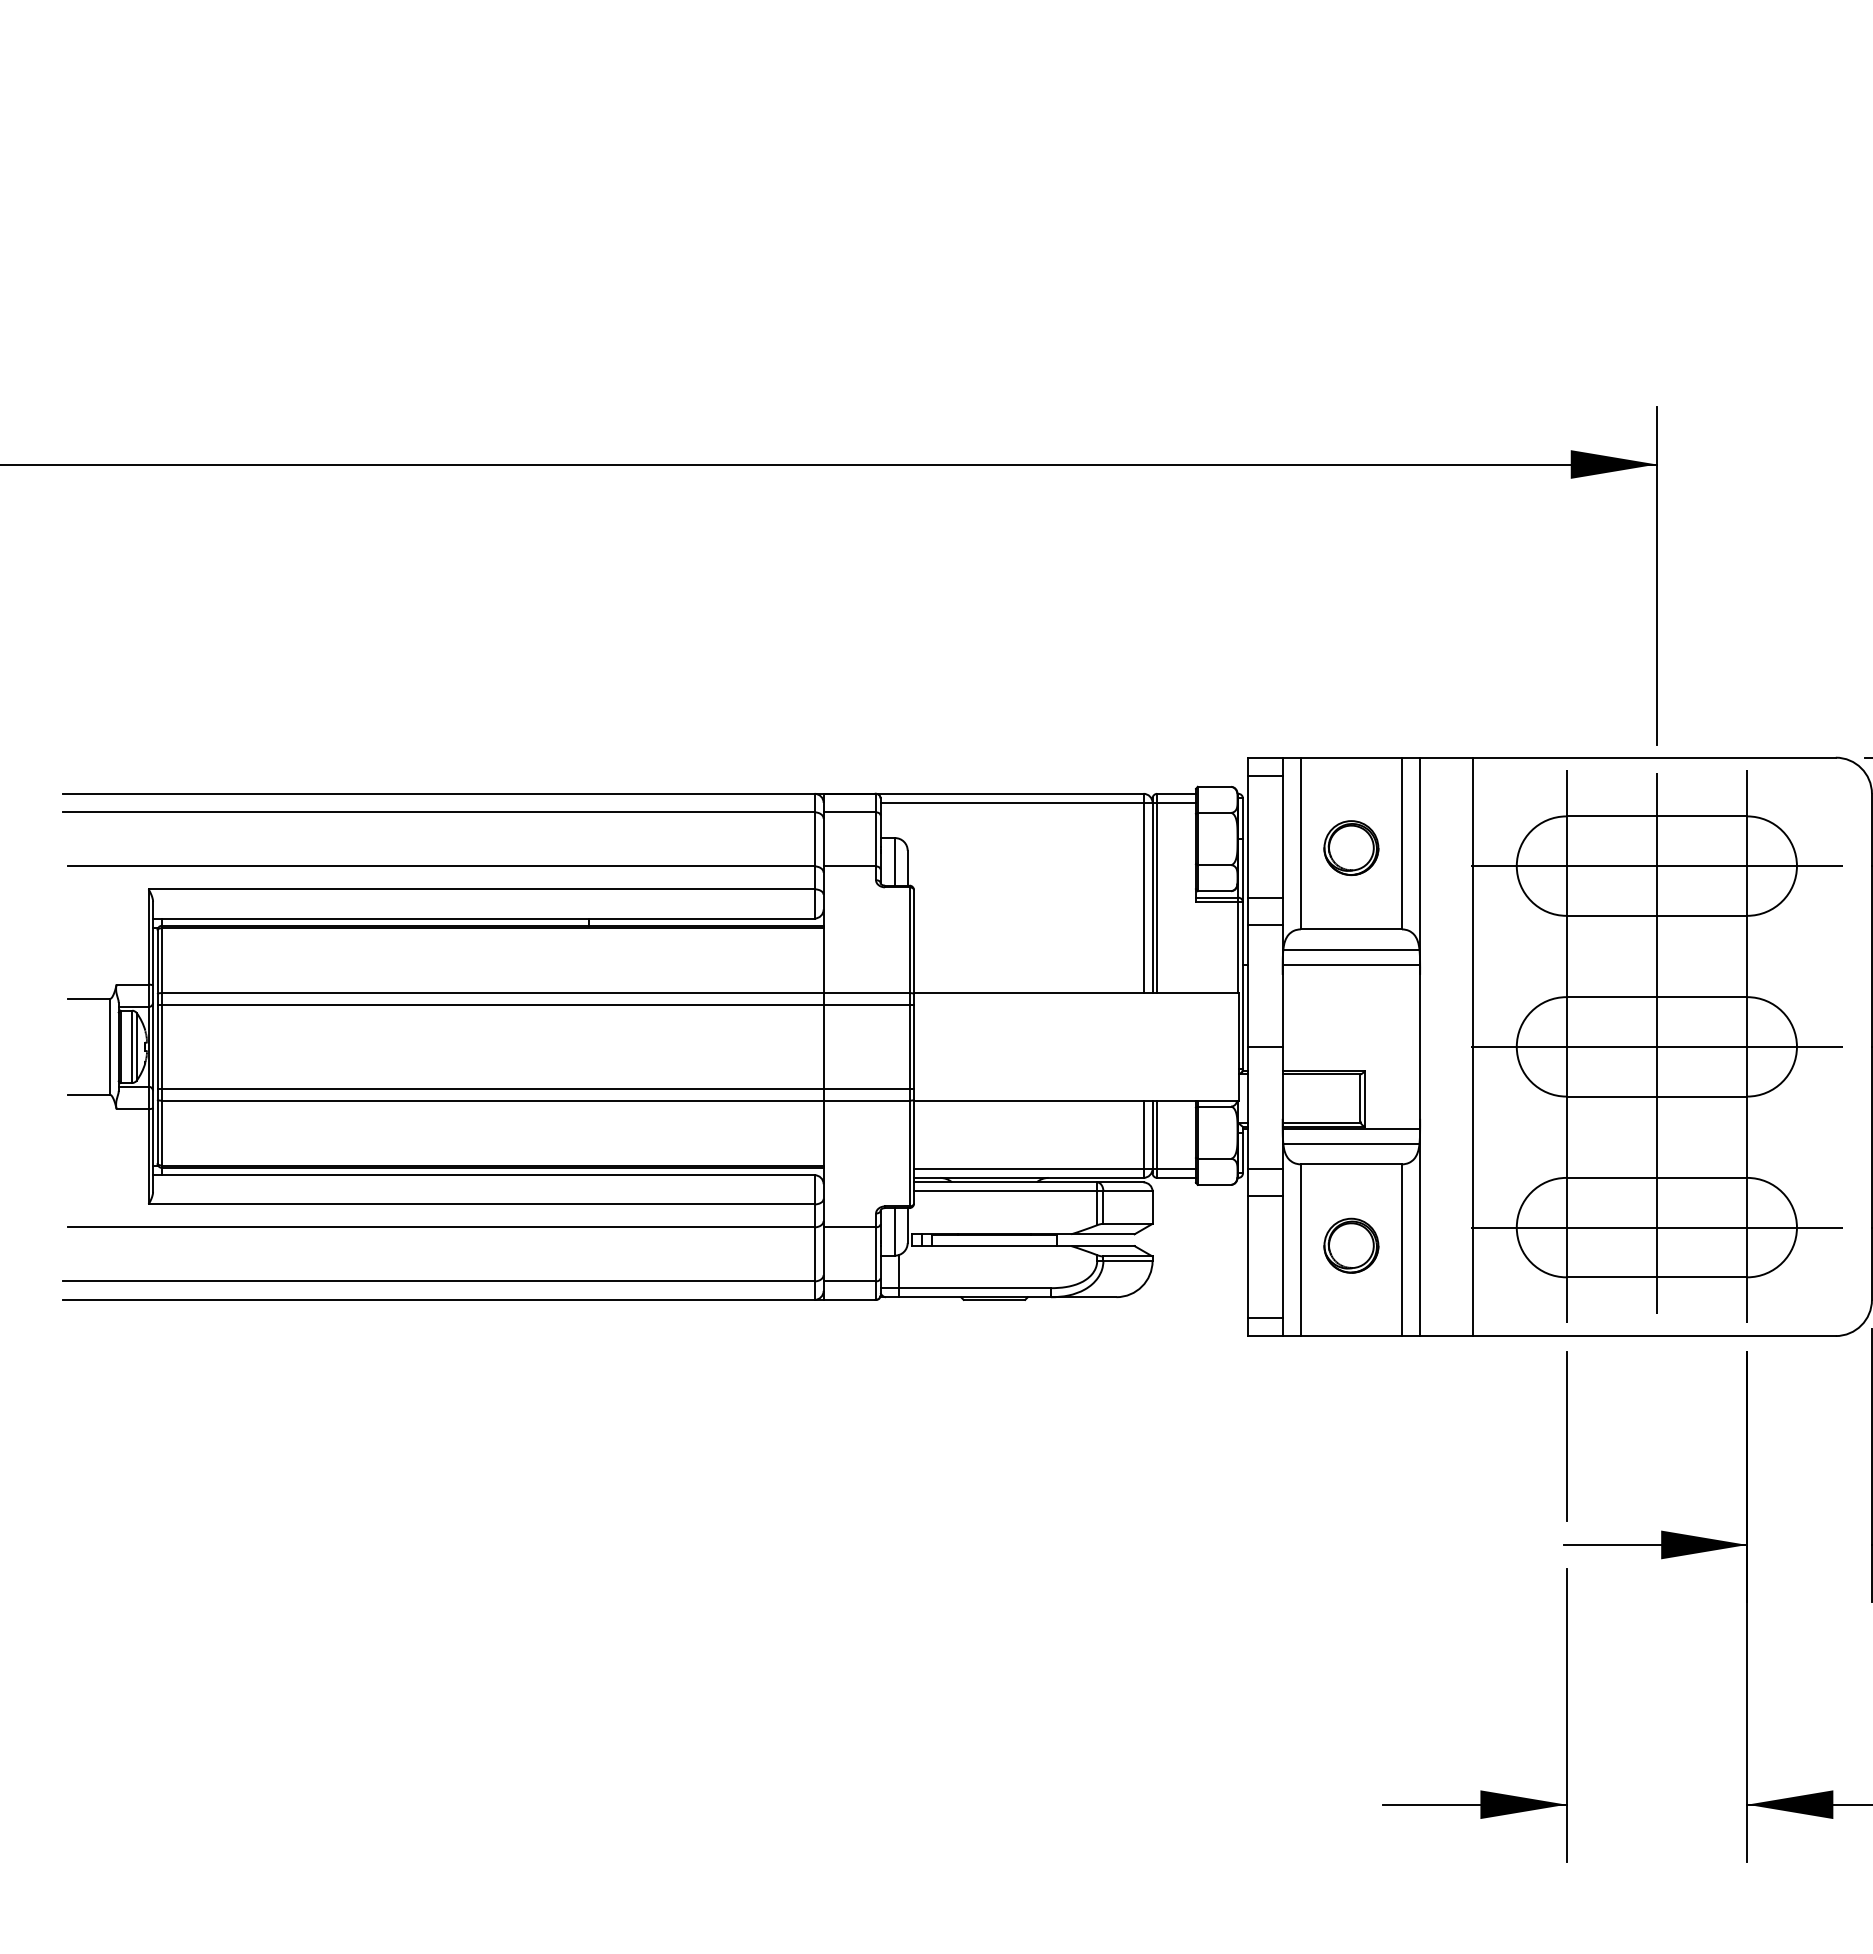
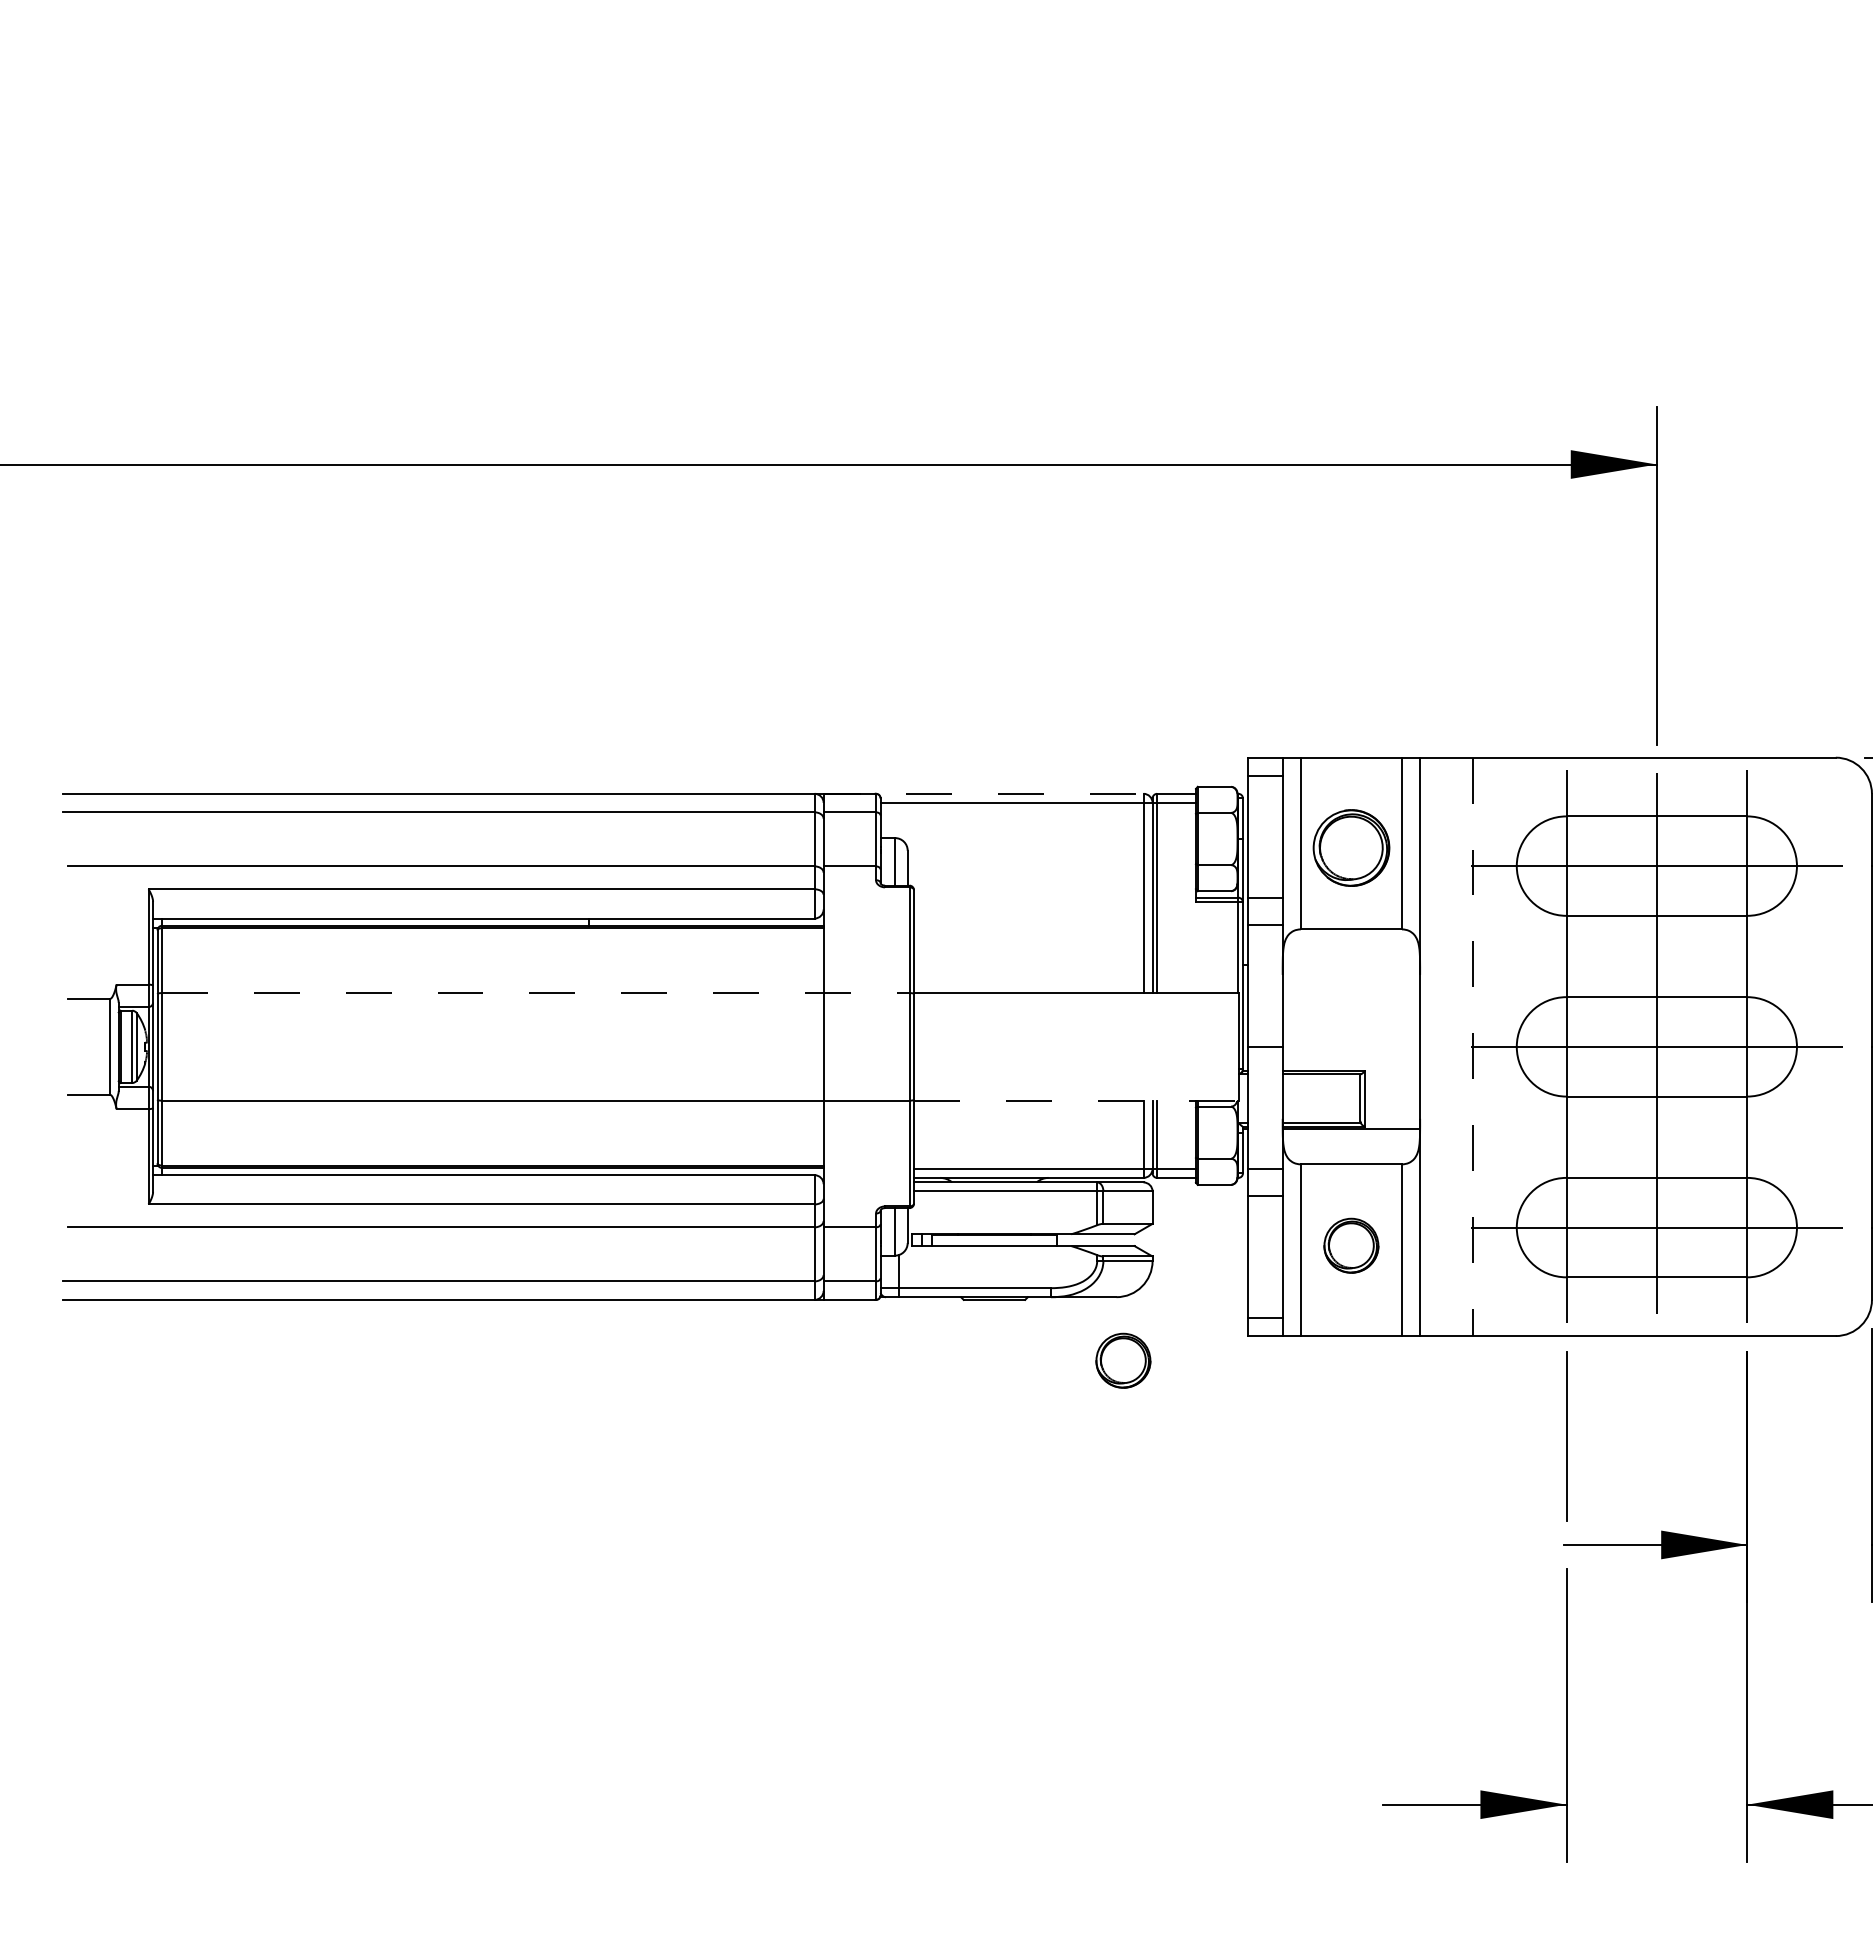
line at (979, 793): solid -> dashed
part at (1351, 847) size: 57x56 px -> 79x78 px
line at (1351, 949): present -> none
line at (1351, 964): present -> none
line at (535, 993): solid -> dashed
line at (535, 1004): present -> none
line at (1472, 1047): solid -> dashed
line at (535, 1089): present -> none
line at (1076, 1101): solid -> dashed
line at (1351, 1143): present -> none
part at (1123, 1360): none -> present
